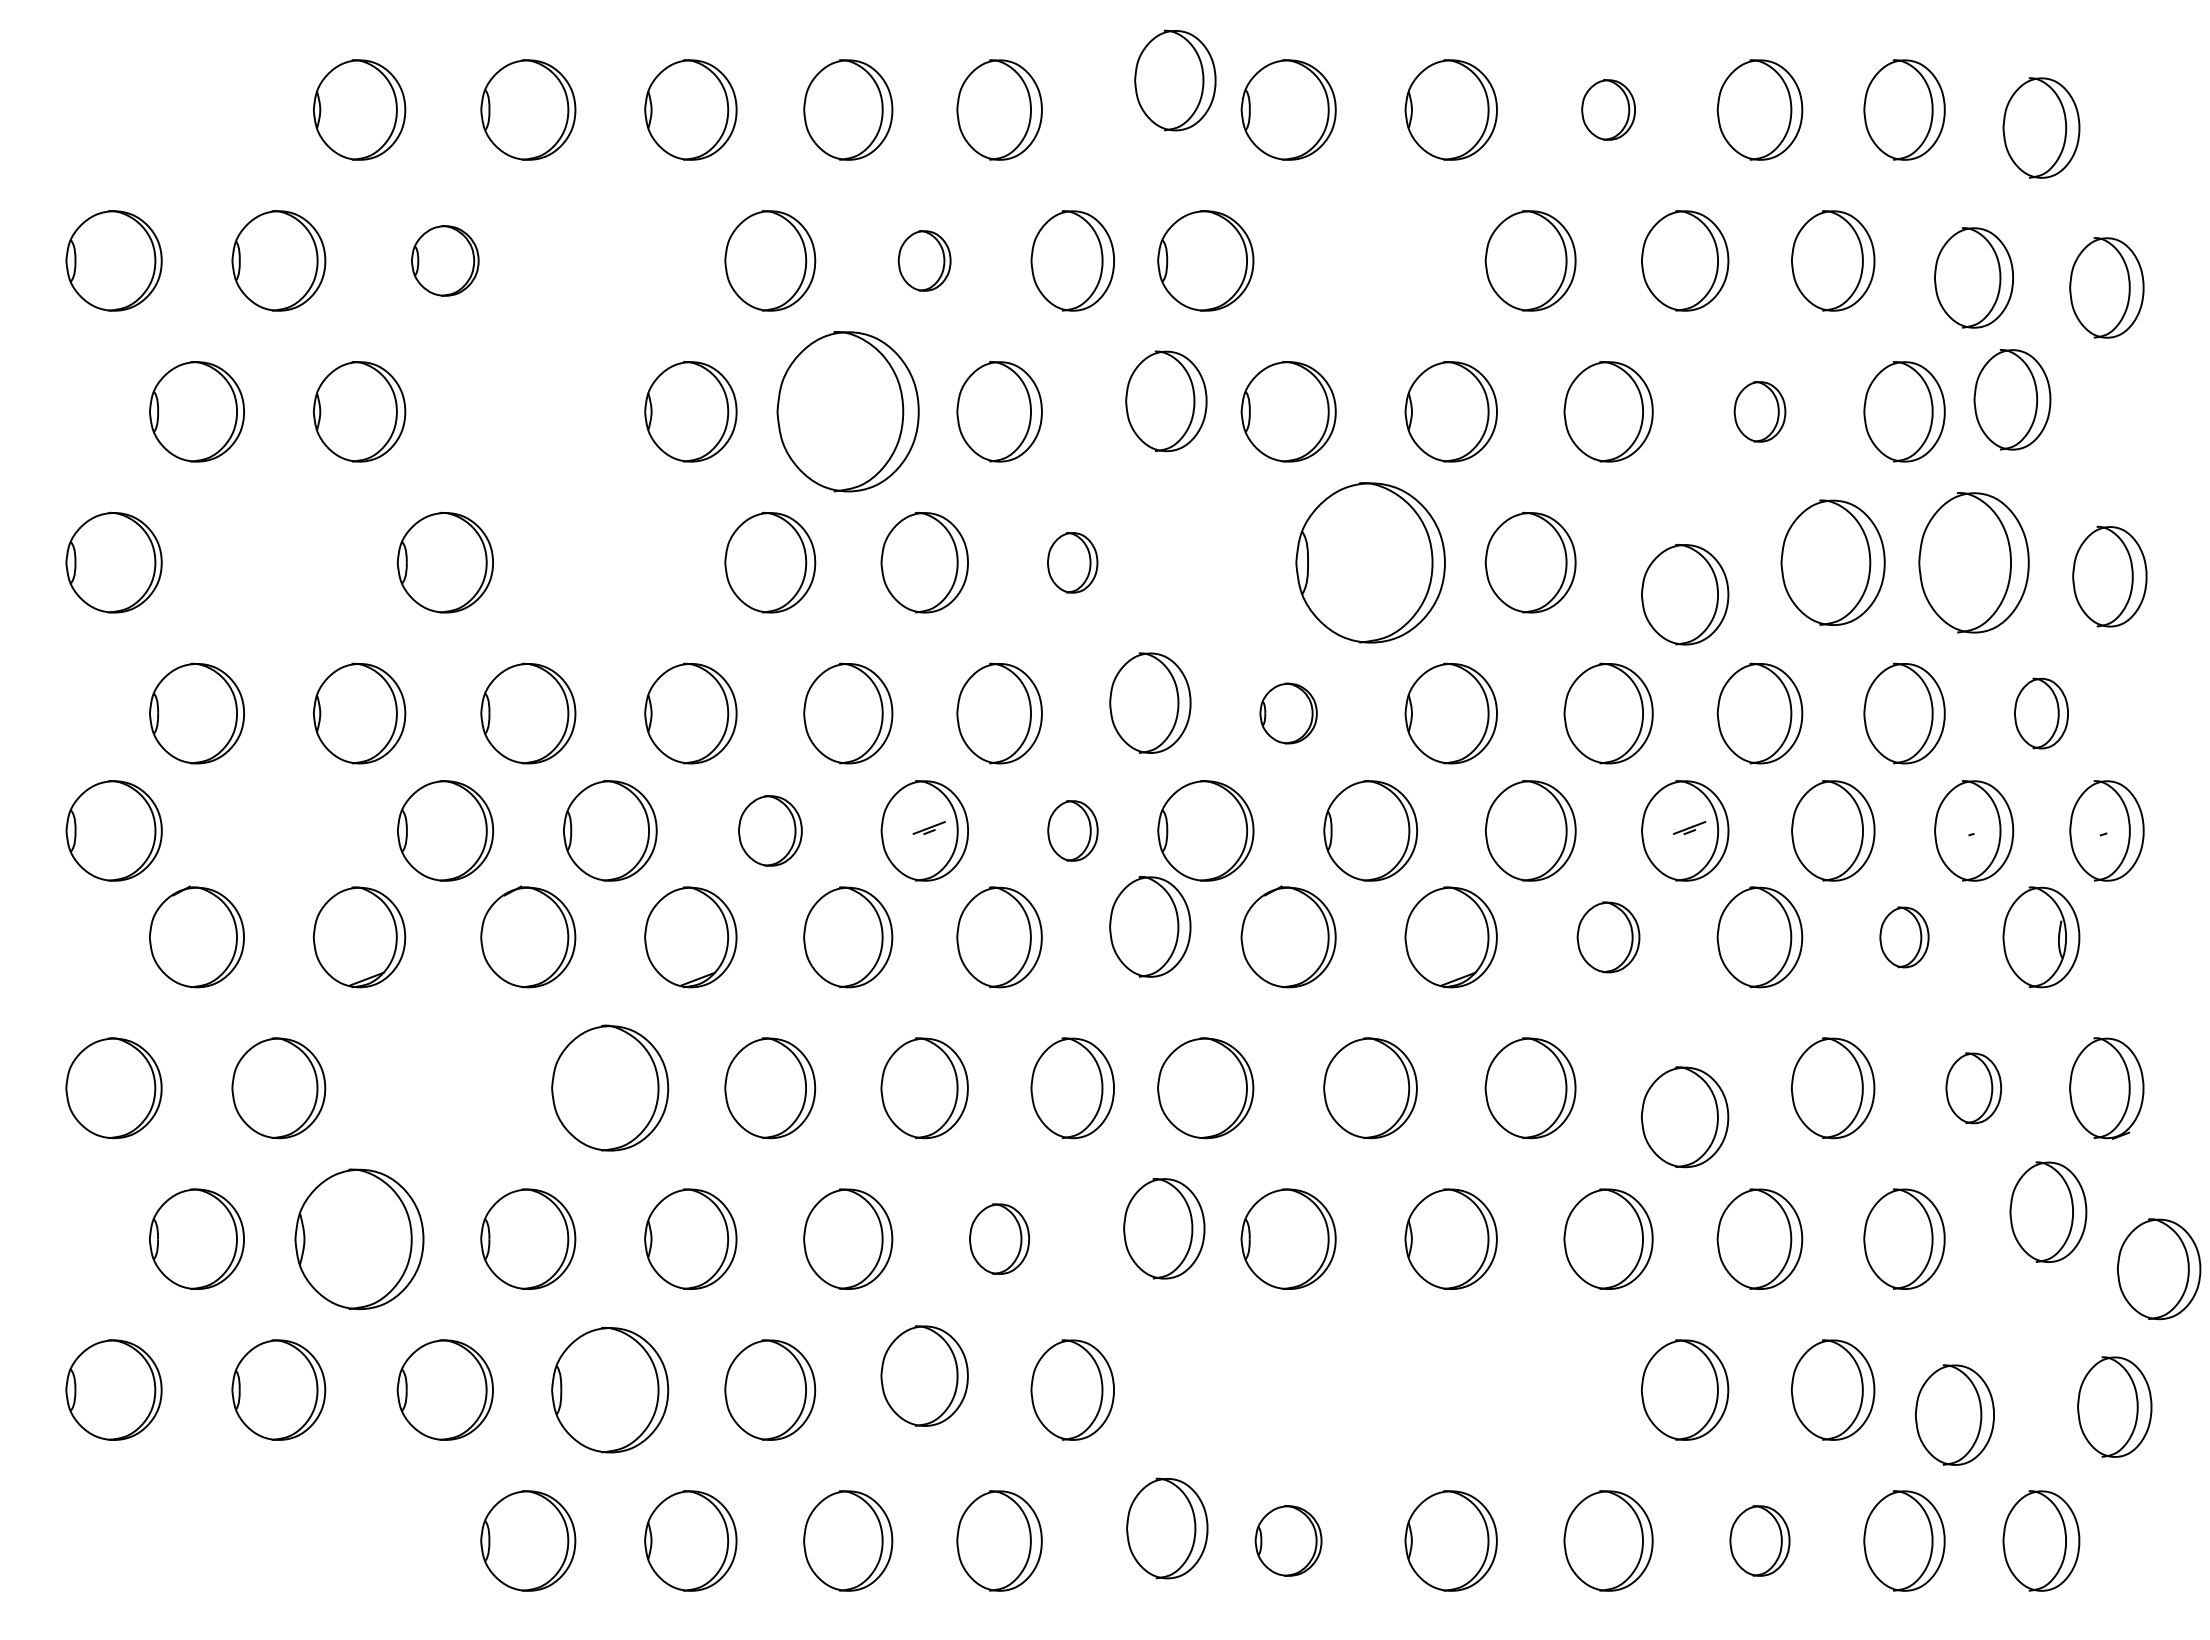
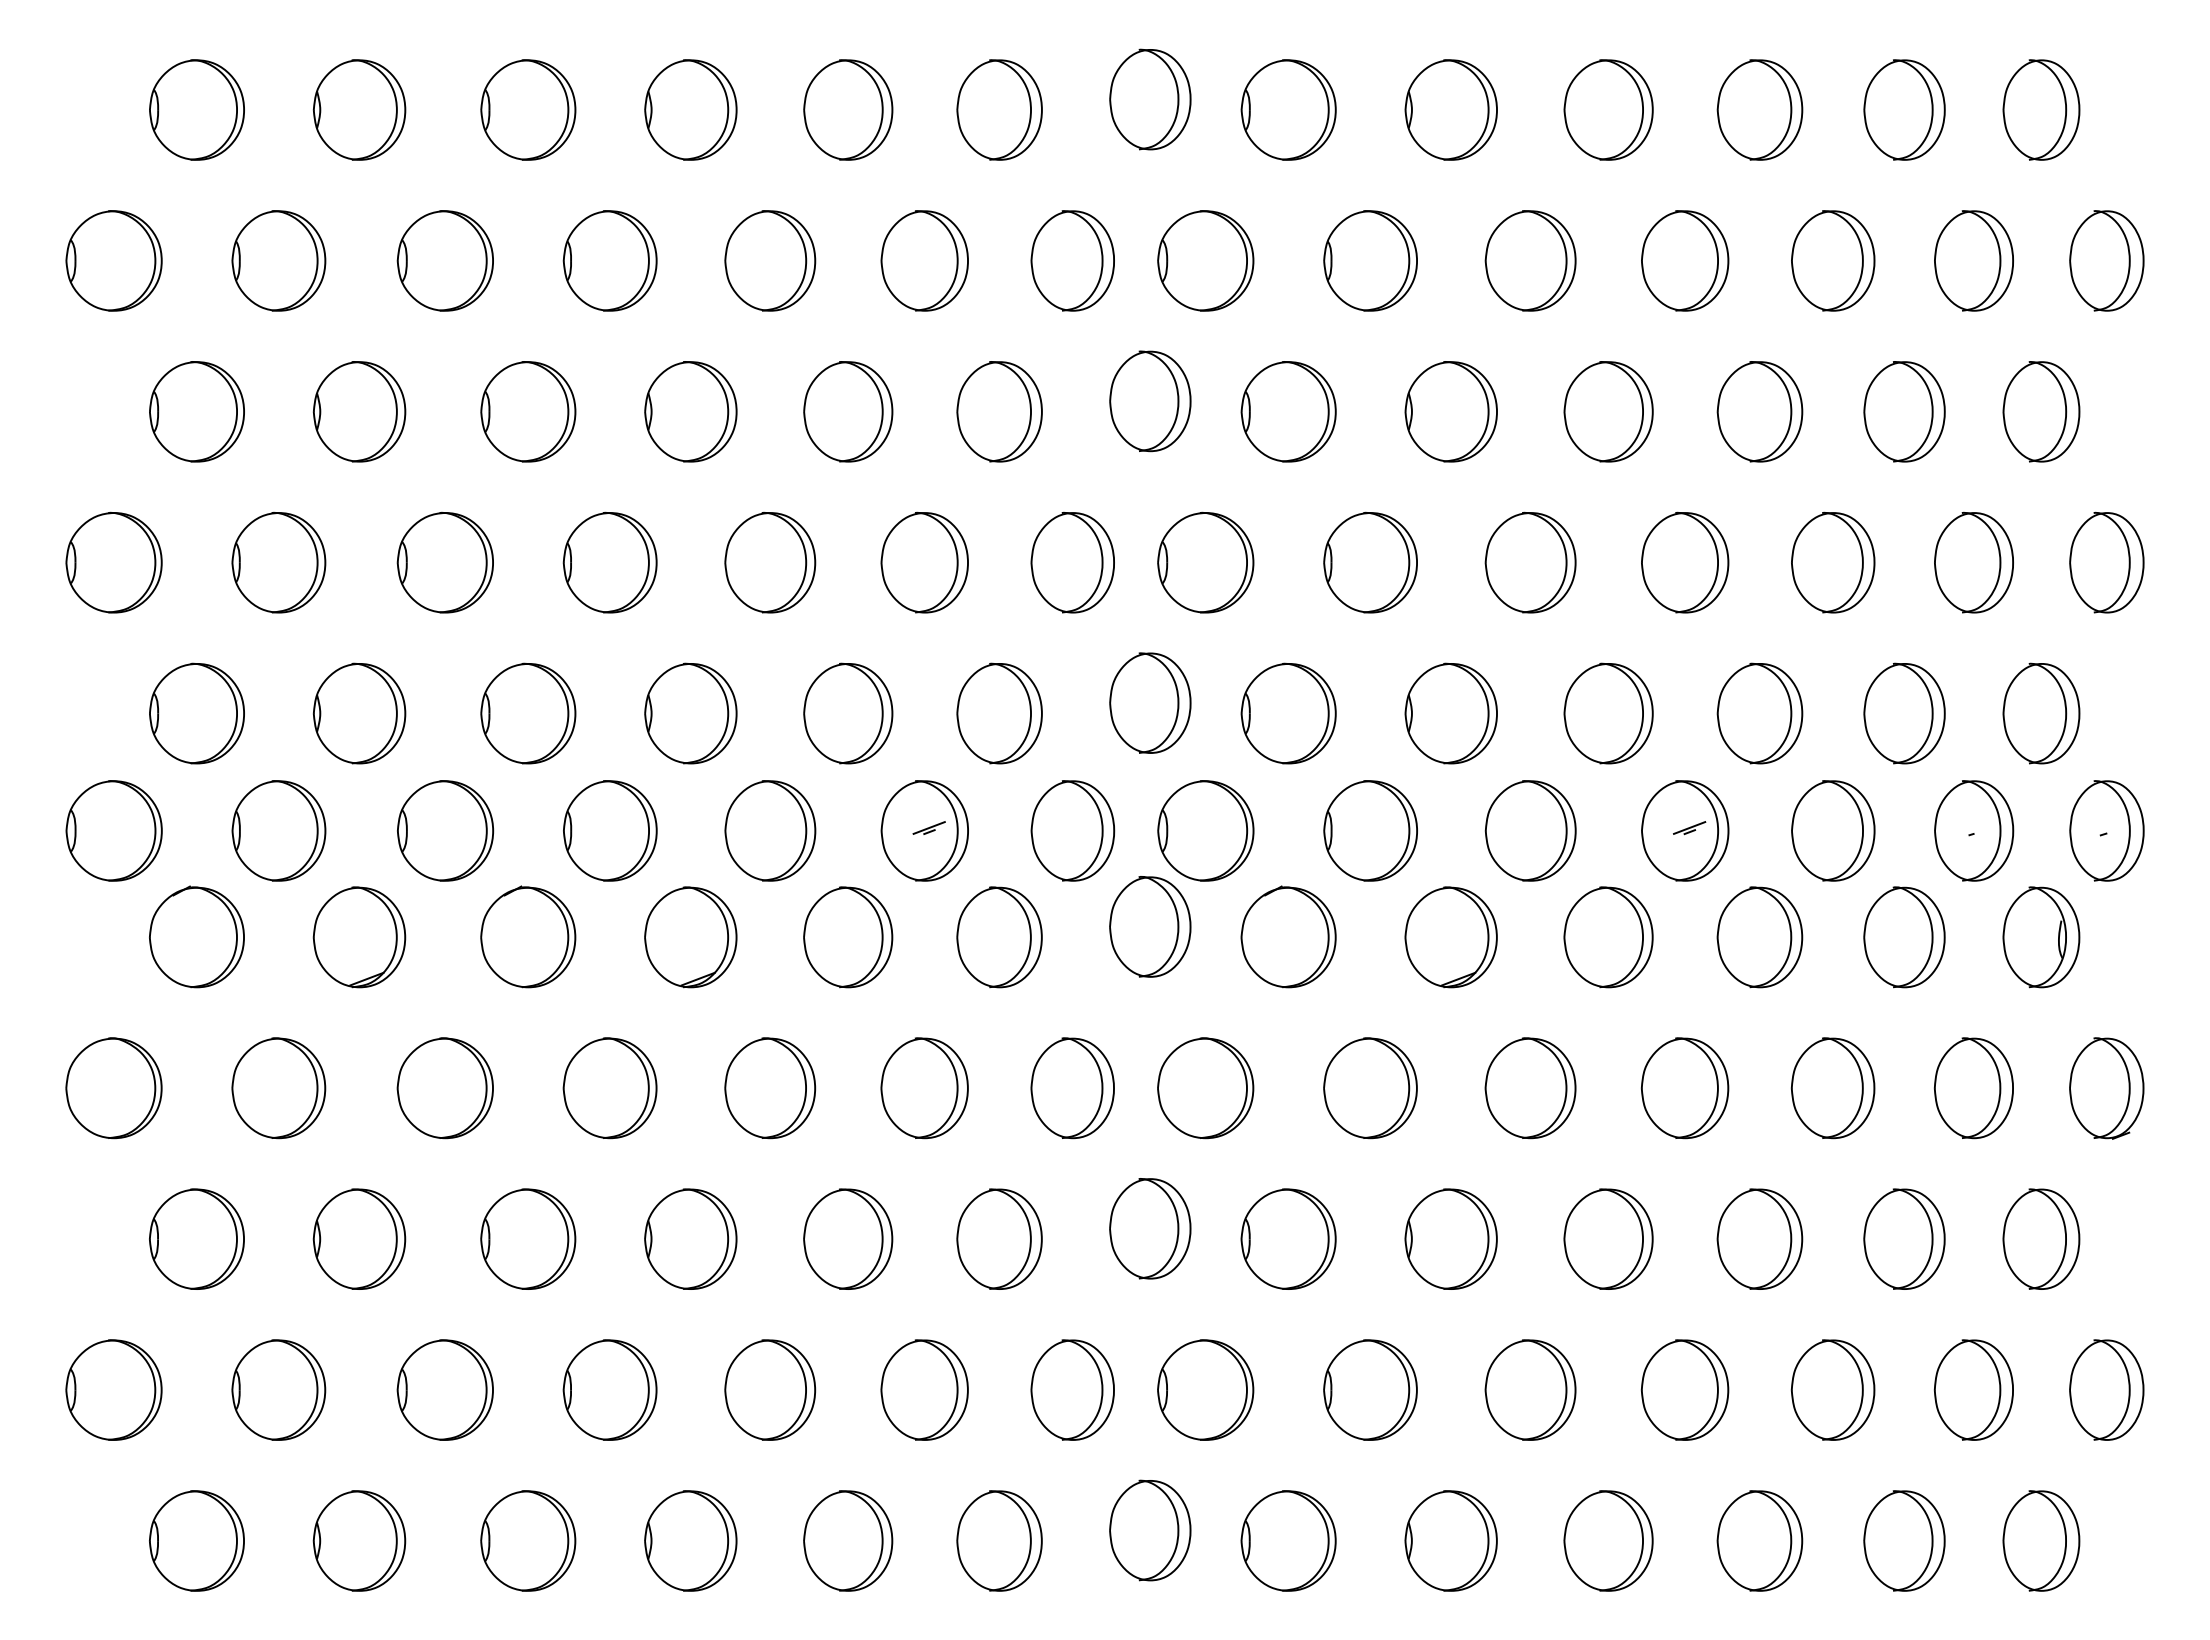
part at (1175, 80) position: (1175, 80) -> (1150, 99)
part at (196, 109): none -> present
part at (1608, 109) size: 55x62 px -> 91x102 px
part at (2041, 127) position: (2041, 127) -> (2041, 109)
part at (445, 260) size: 69x72 px -> 98x102 px
part at (609, 260): none -> present
part at (924, 260) size: 55x62 px -> 89x102 px
part at (1370, 260): none -> present
part at (1973, 277) position: (1973, 277) -> (1973, 260)
part at (2106, 287) position: (2106, 287) -> (2106, 260)
part at (2012, 399) position: (2012, 399) -> (2041, 411)
part at (1166, 401) position: (1166, 401) -> (1150, 401)
part at (528, 411): none -> present
part at (847, 411) size: 144x162 px -> 91x102 px
part at (1759, 411) size: 54x62 px -> 88x102 px
part at (278, 562): none -> present
part at (609, 562): none -> present
part at (1072, 562) size: 52x62 px -> 85x102 px
part at (1205, 562): none -> present
part at (1370, 562) size: 151x162 px -> 95x103 px
part at (1832, 562) size: 106x127 px -> 85x103 px
part at (1973, 562) size: 112x142 px -> 80x103 px
part at (2109, 576) position: (2109, 576) -> (2106, 562)
part at (1685, 594) position: (1685, 594) -> (1685, 562)
part at (1288, 713) size: 59x63 px -> 97x103 px
part at (2041, 713) size: 55x73 px -> 79x103 px
part at (278, 830): none -> present
part at (770, 830) size: 65x72 px -> 93x102 px
part at (1072, 830) size: 52x62 px -> 86x102 px
part at (1608, 937) size: 65x73 px -> 91x103 px
part at (1904, 937) size: 51x63 px -> 83x103 px
part at (610, 1087) size: 119x128 px -> 96x103 px
part at (444, 1088): none -> present
part at (1973, 1088) size: 58x73 px -> 81x103 px
part at (1684, 1117) position: (1684, 1117) -> (1684, 1088)
part at (2048, 1211) position: (2048, 1211) -> (2041, 1238)
part at (1164, 1228) position: (1164, 1228) -> (1150, 1228)
part at (359, 1238) size: 131x142 px -> 95x102 px
part at (999, 1238) size: 61x72 px -> 87x102 px
part at (2158, 1269): present -> none
part at (924, 1375) position: (924, 1375) -> (924, 1389)
part at (610, 1389) size: 119x128 px -> 96x102 px
part at (1205, 1389): none -> present
part at (1370, 1389): none -> present
part at (1530, 1389): none -> present
part at (2114, 1406) position: (2114, 1406) -> (2106, 1389)
part at (1954, 1414) position: (1954, 1414) -> (1973, 1389)
part at (1167, 1528) position: (1167, 1528) -> (1150, 1530)
part at (196, 1540): none -> present
part at (359, 1540): none -> present
part at (1288, 1540) size: 69x72 px -> 97x102 px
part at (1759, 1540) size: 62x72 px -> 88x102 px
